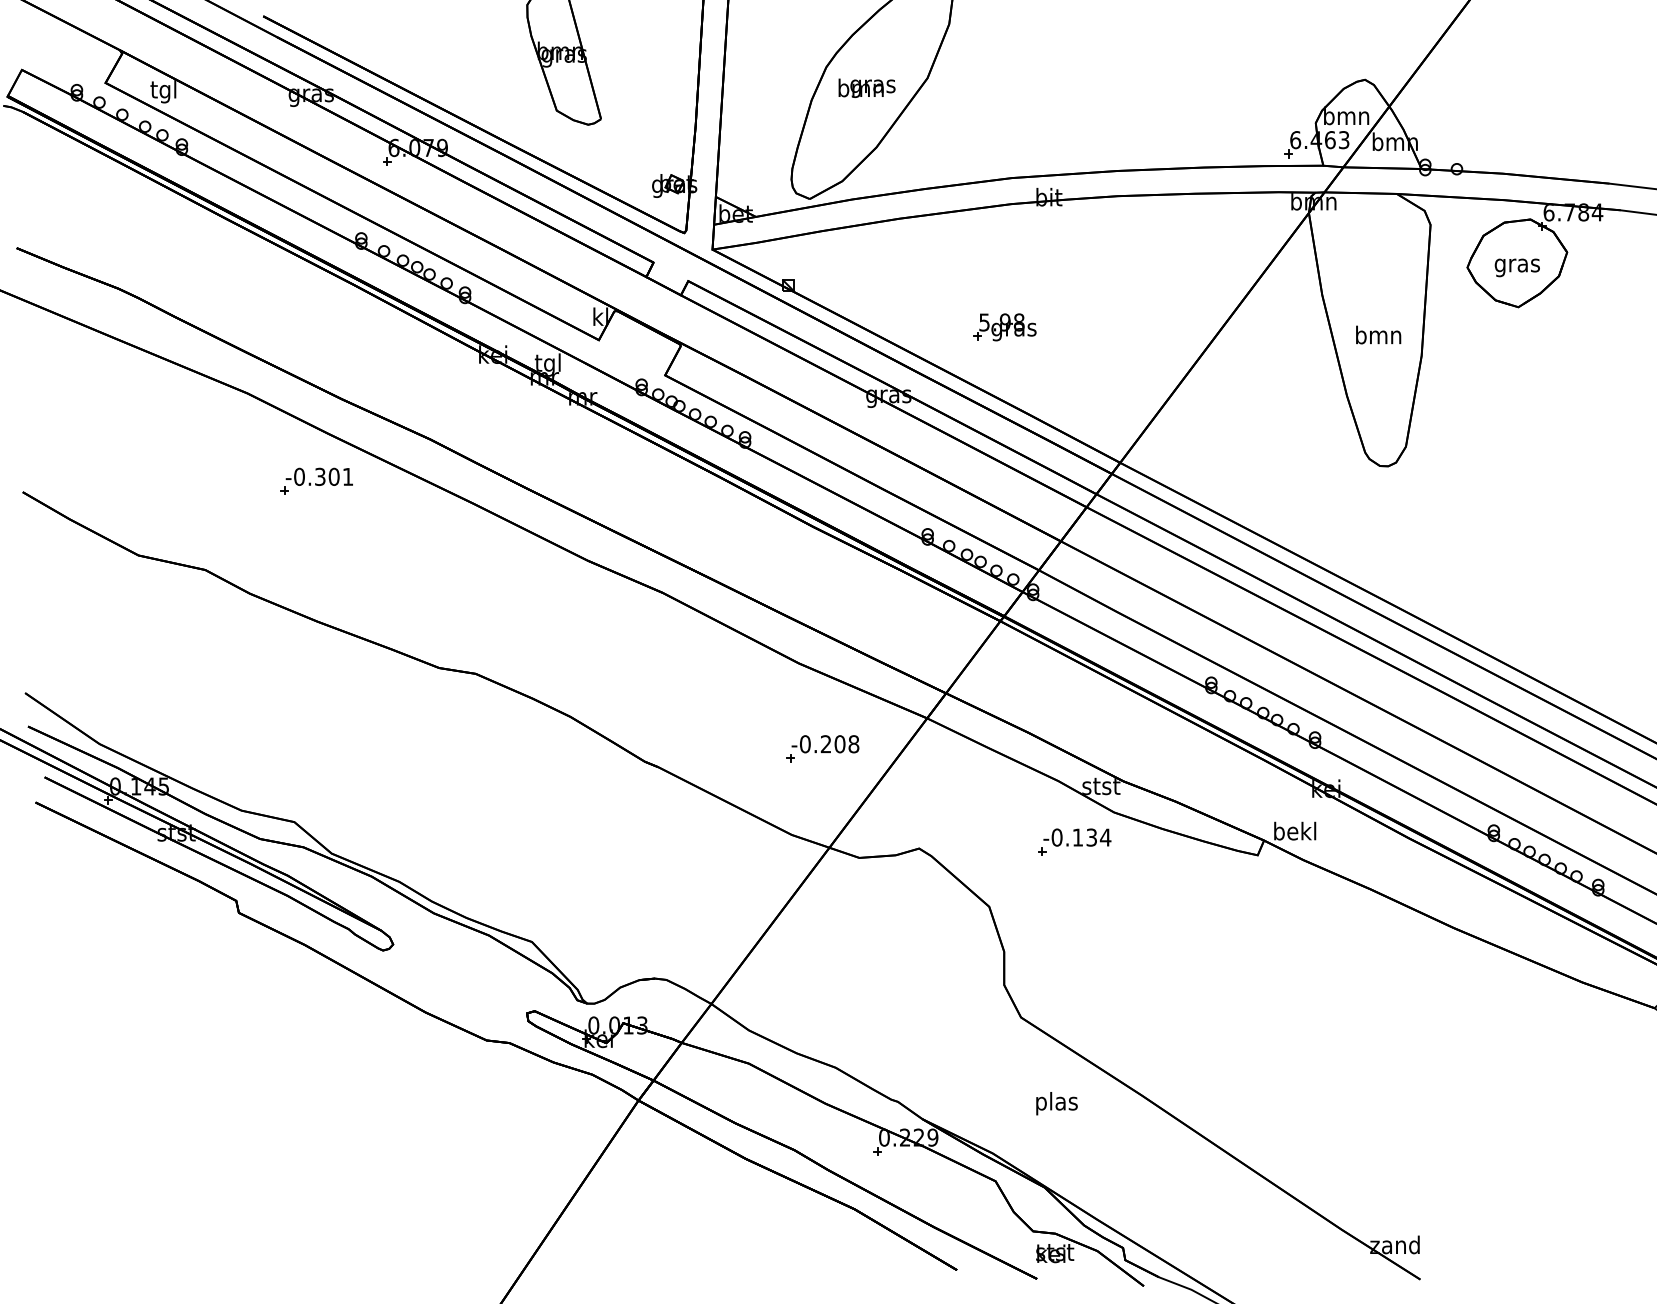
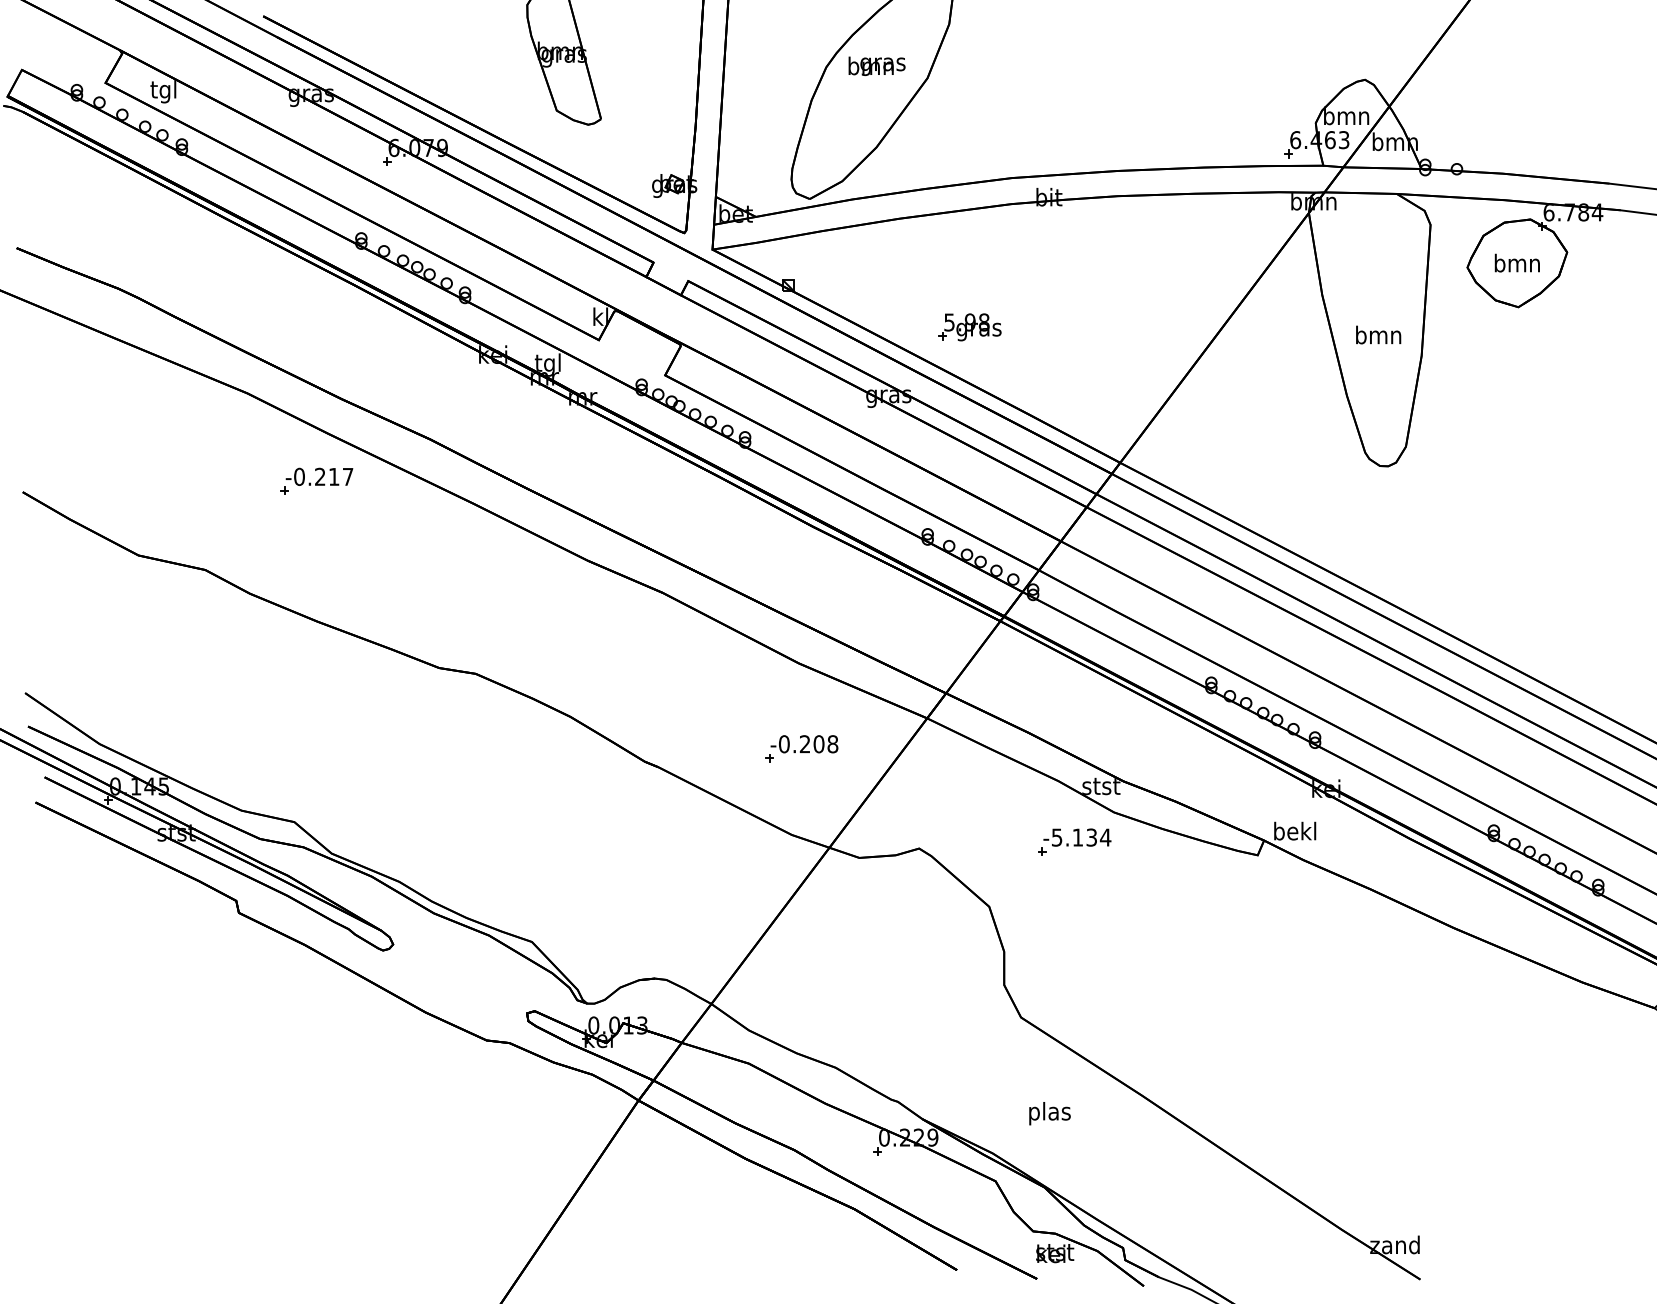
text at (866, 87) position: (866, 87) -> (876, 65)
text at (1516, 265): gras -> bmn
part at (1004, 327) position: (1004, 327) -> (969, 327)
text at (334, 476): -0.301 -> -0.217
part at (822, 748) position: (822, 748) -> (801, 748)
text at (1056, 837): -0.134 -> -5.134
text at (1056, 1103) position: (1056, 1103) -> (1049, 1113)
